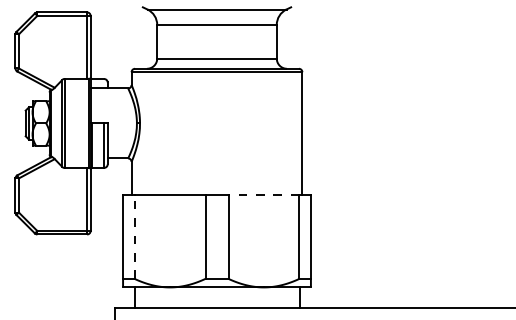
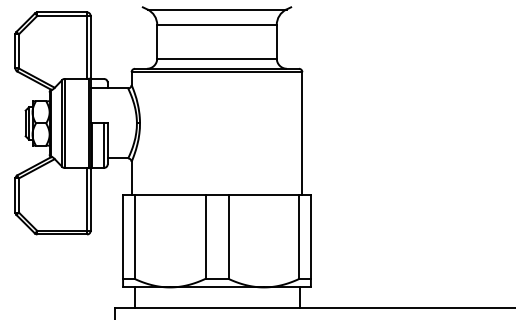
line at (263, 195): dashed -> solid
line at (134, 237): dashed -> solid
